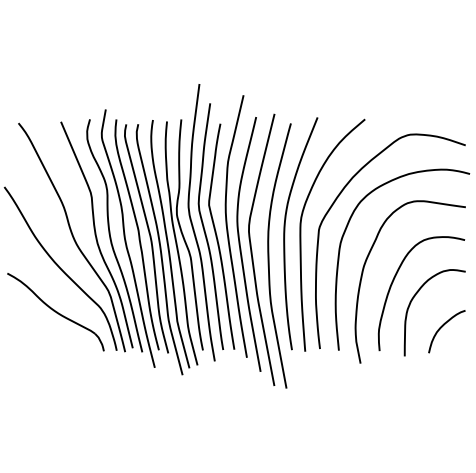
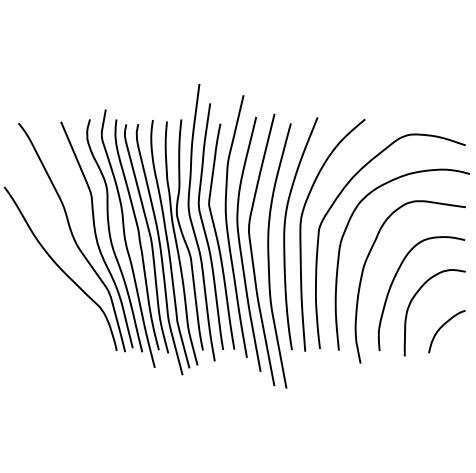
part at (55, 312): present -> none
